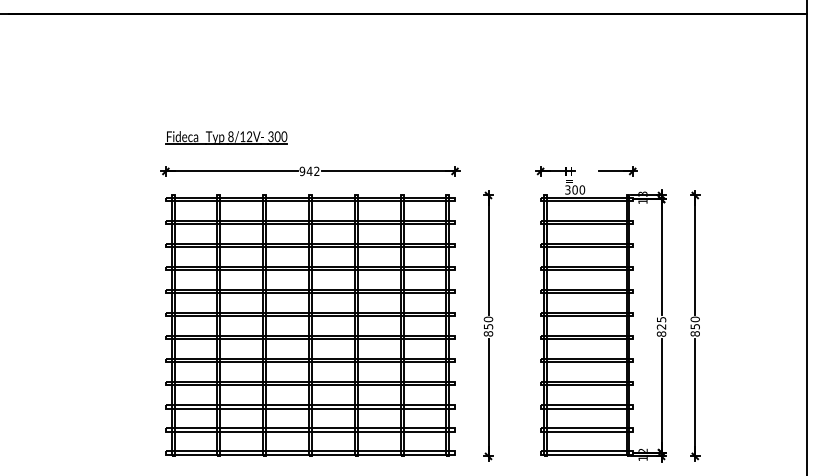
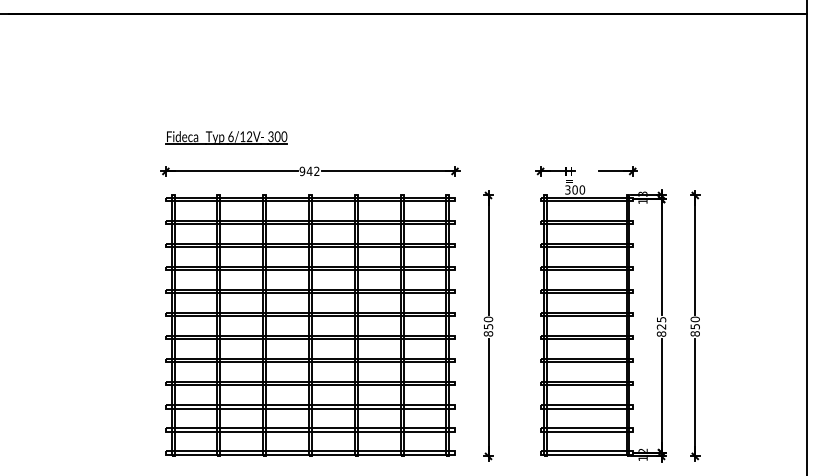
text at (230, 136): 8/12V -> 6/12V
